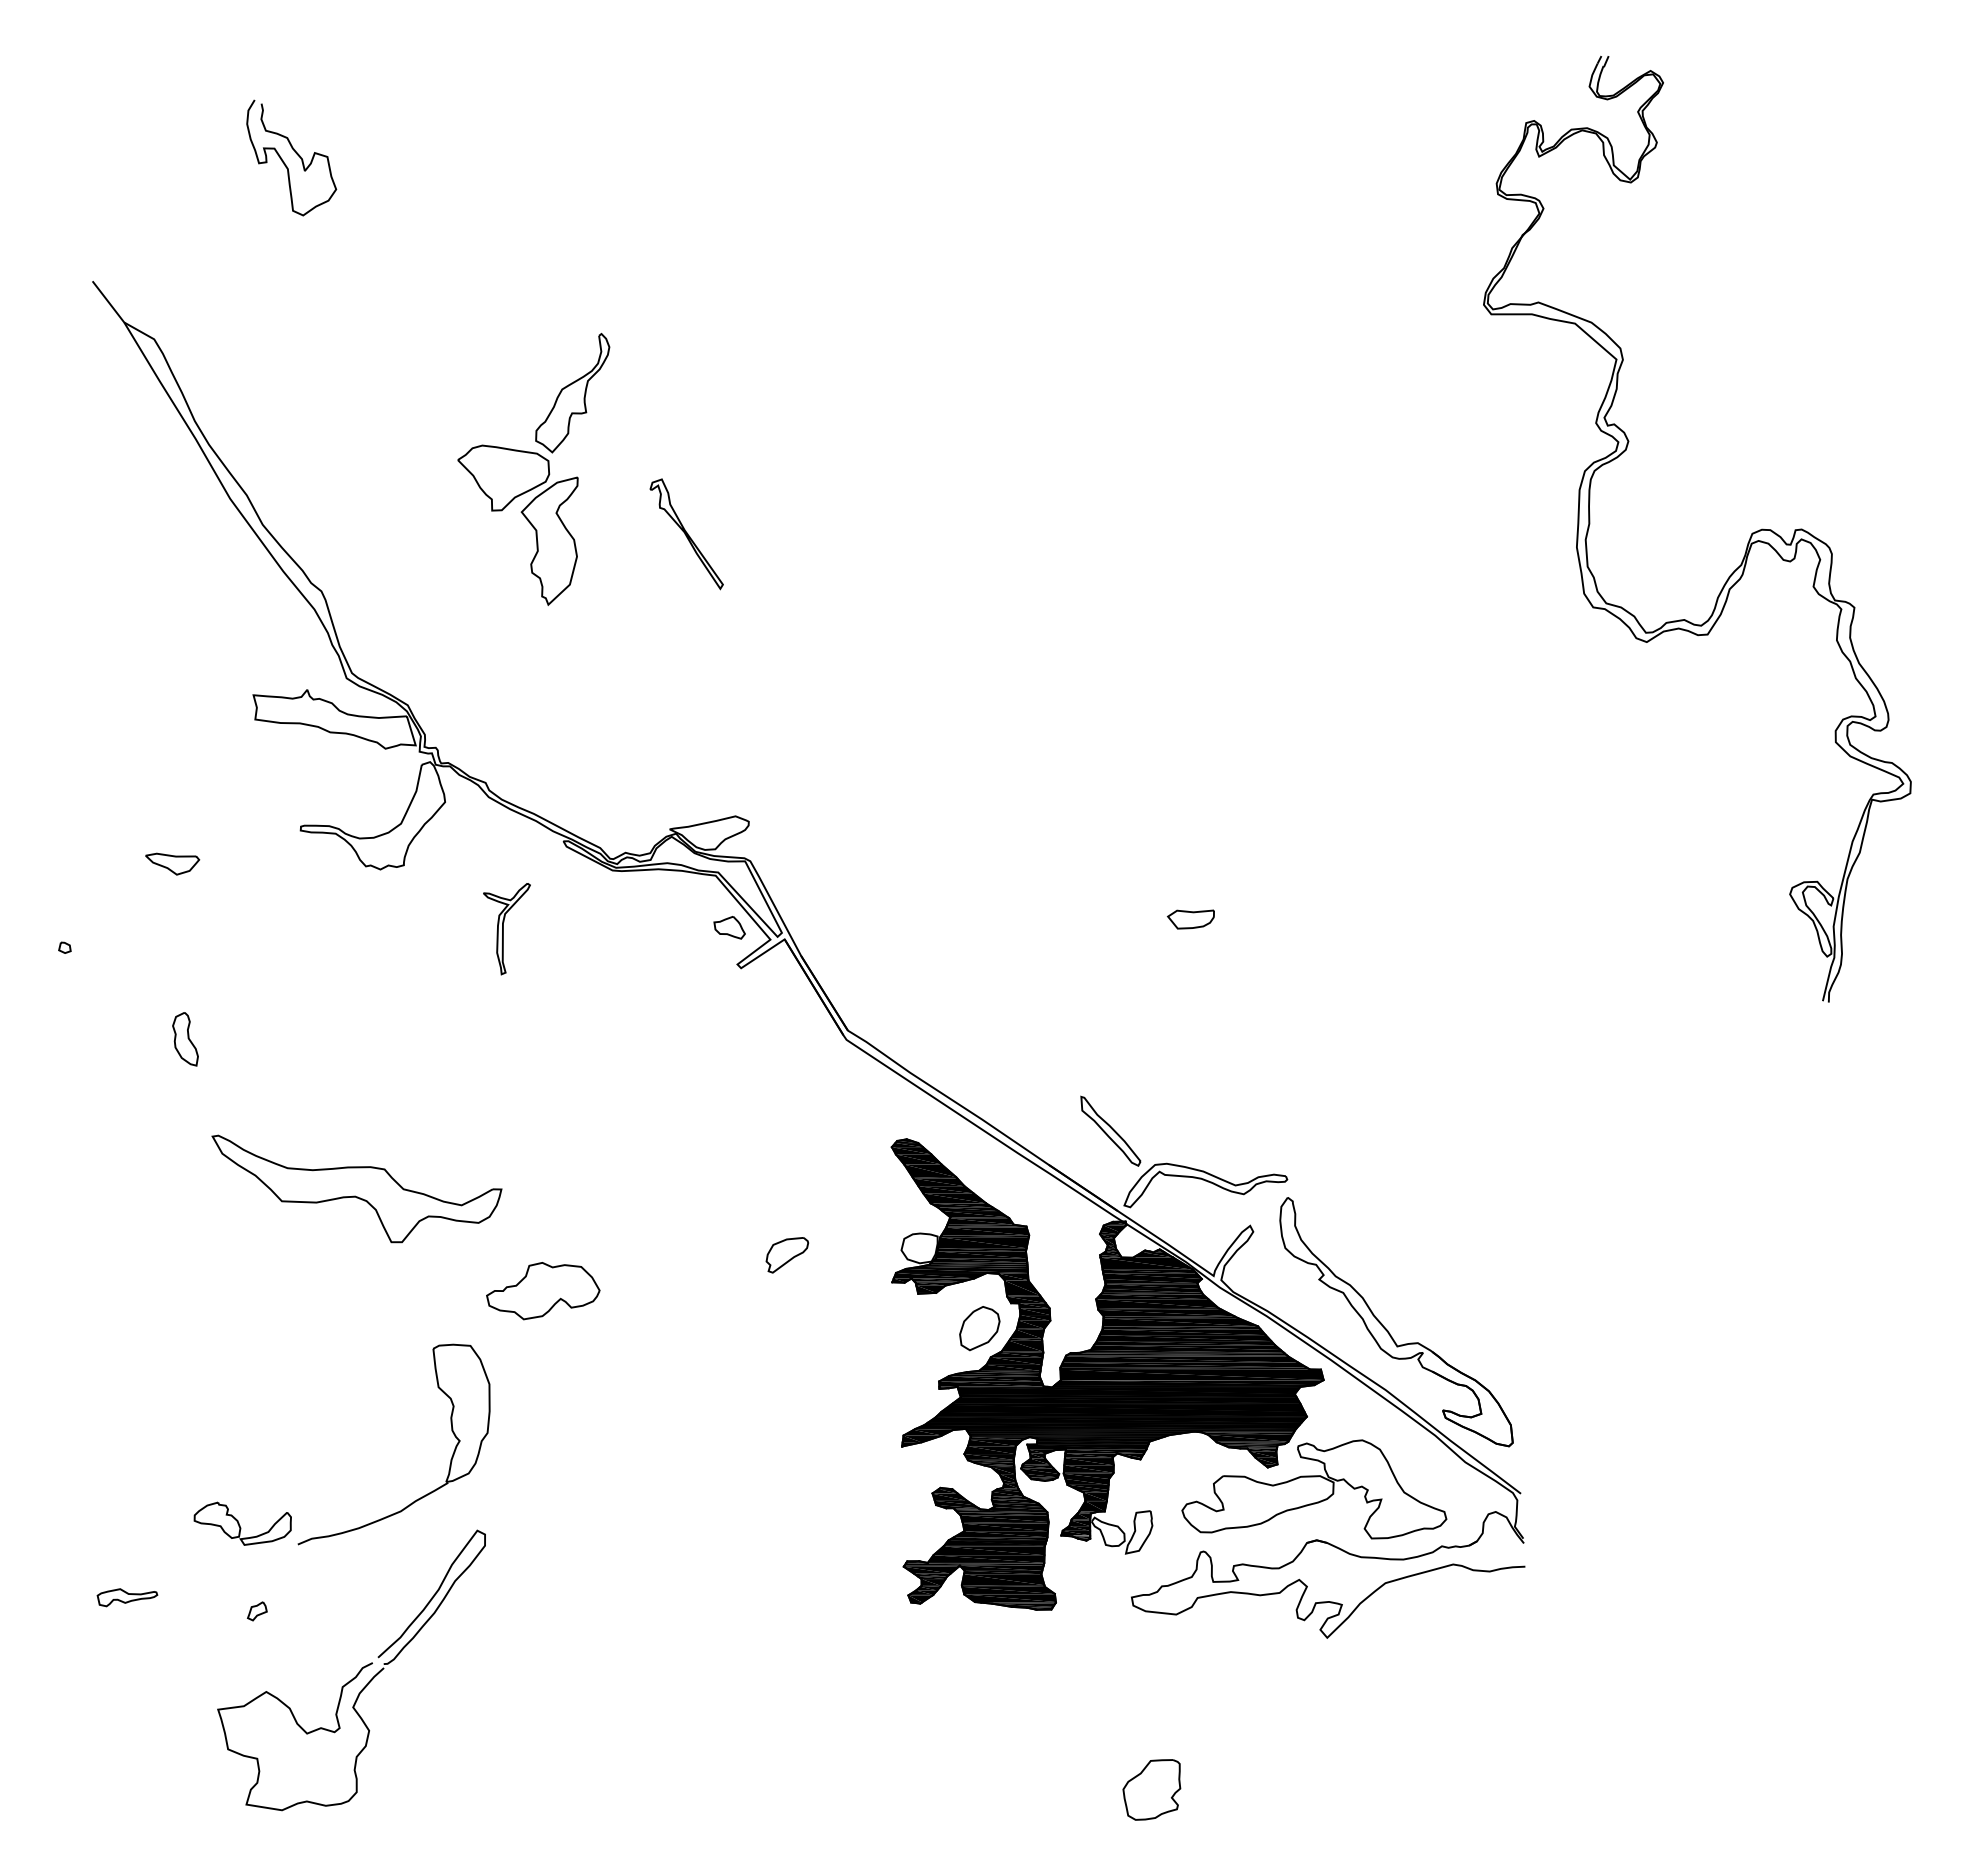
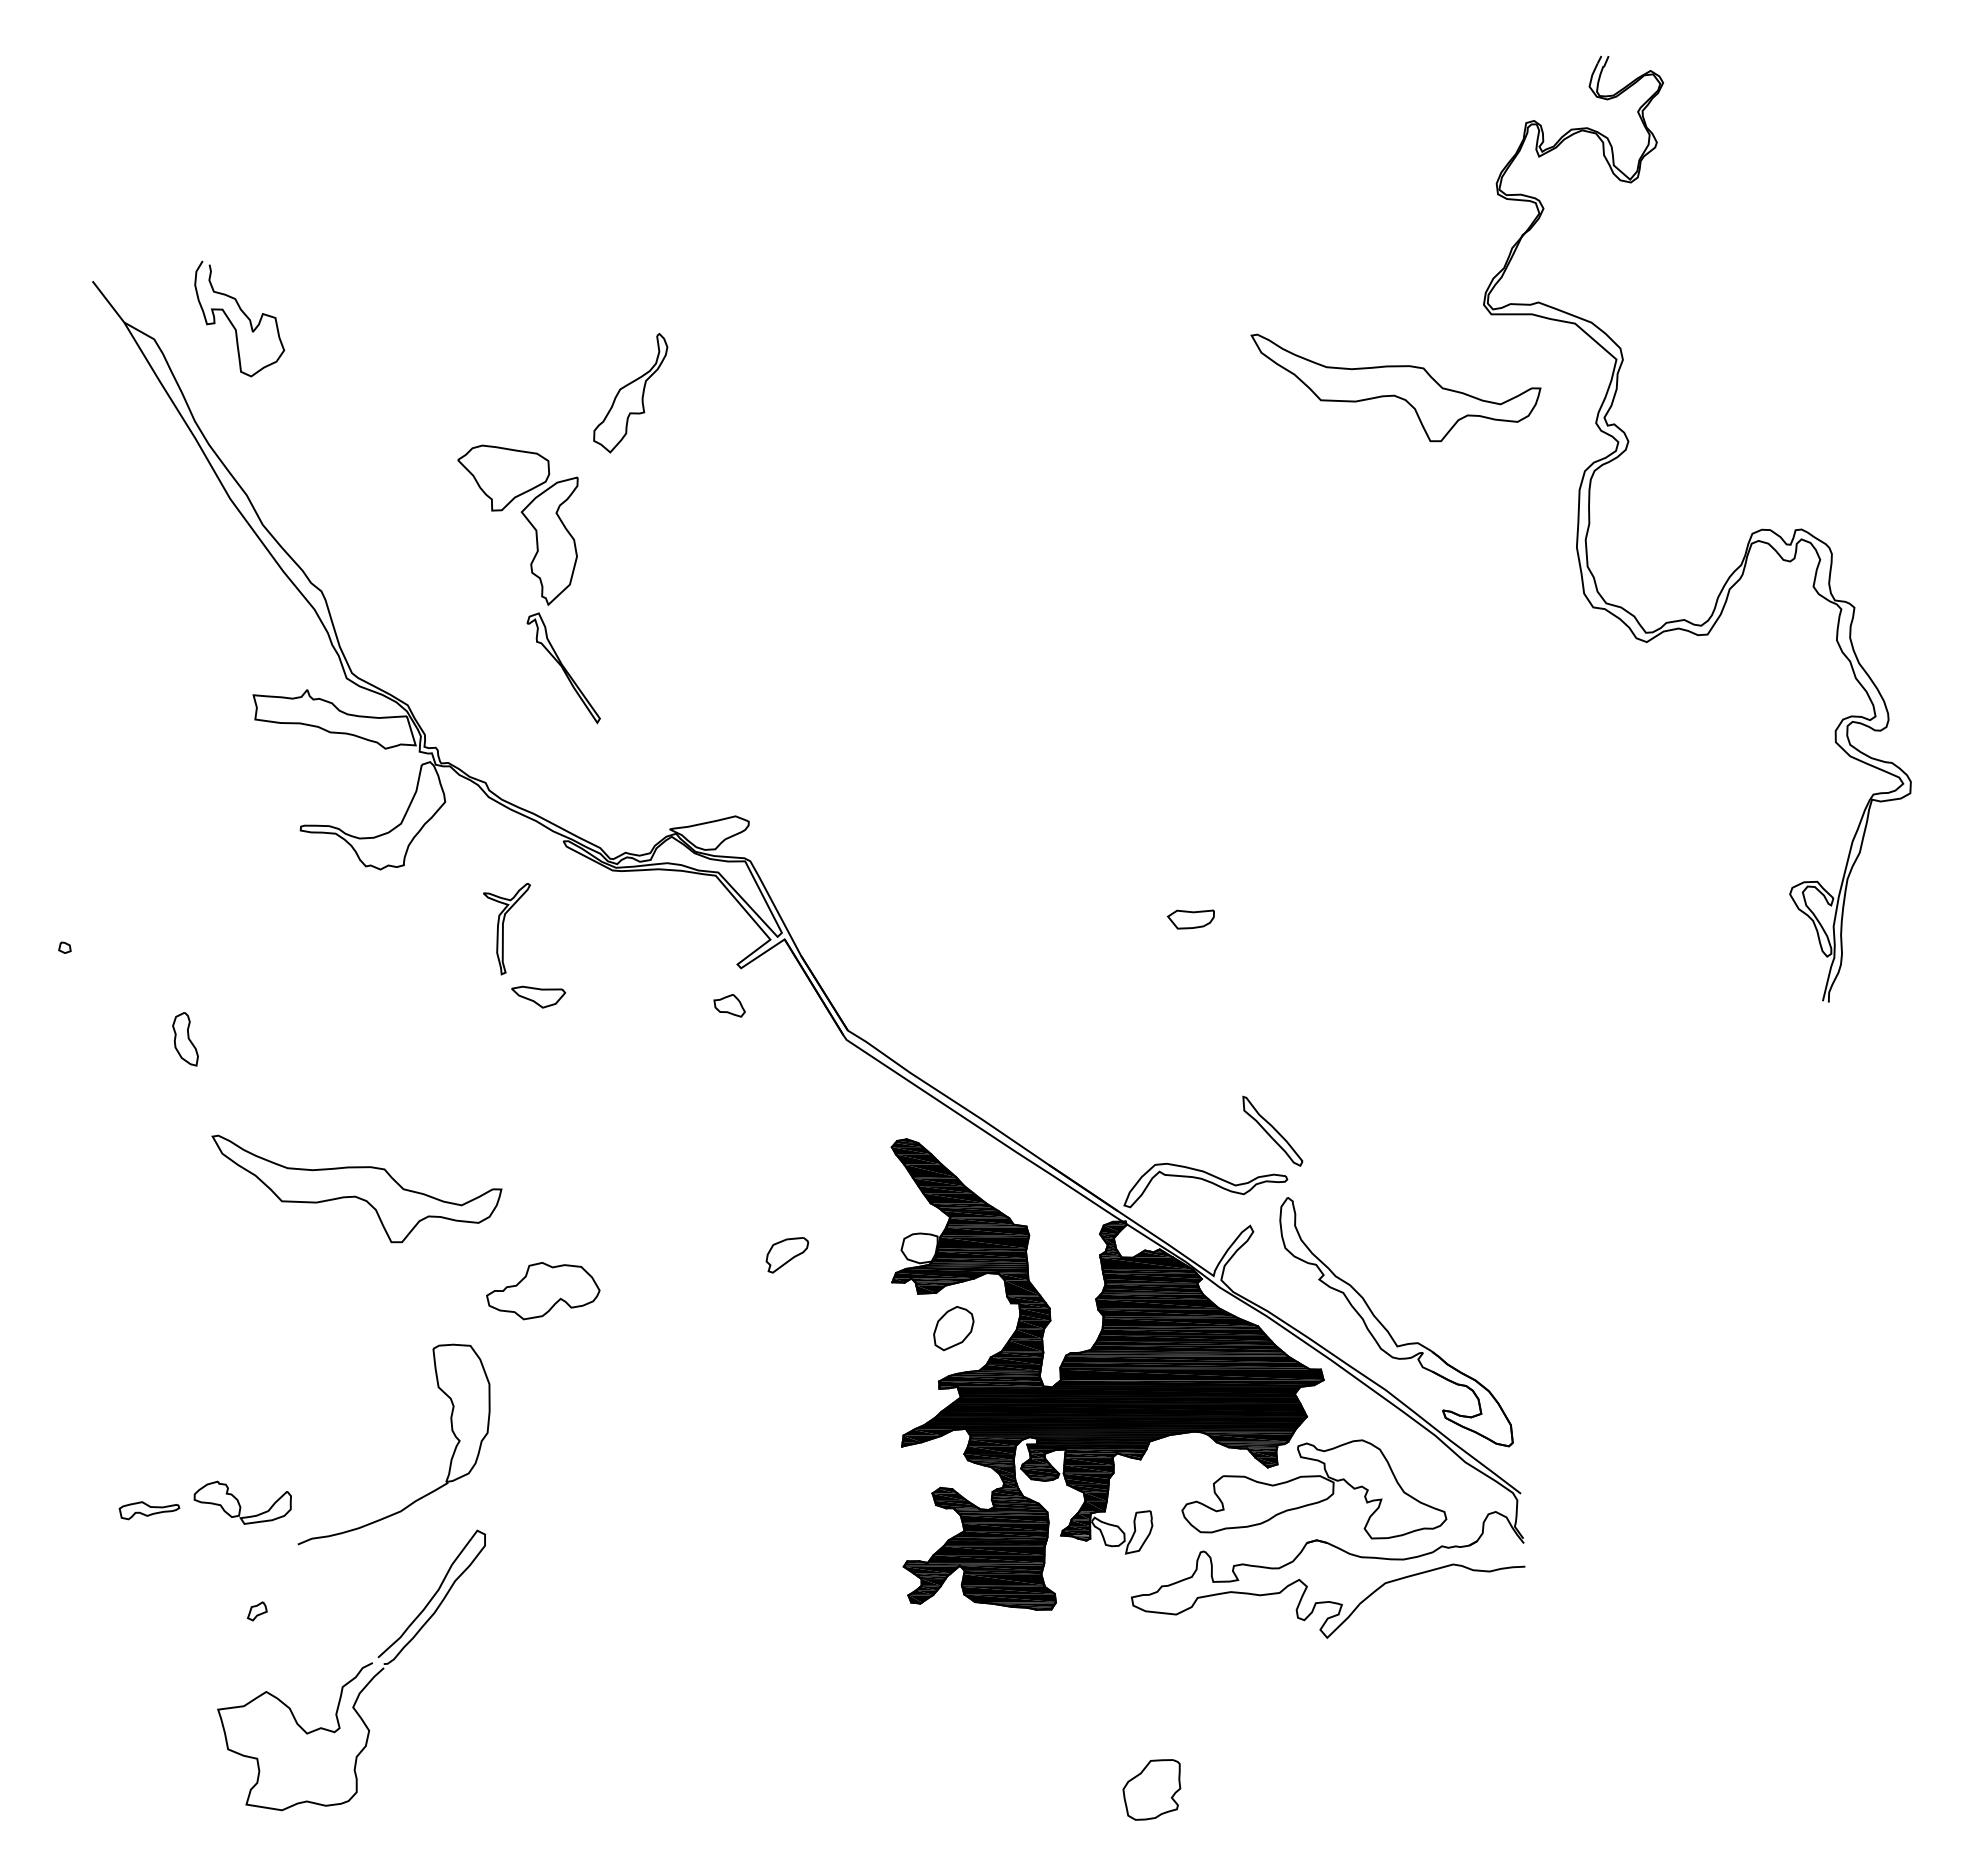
curve at (295, 153) position: (295, 153) -> (243, 314)
part at (1395, 387): none -> present
part at (572, 393) position: (572, 393) -> (630, 393)
part at (686, 534) position: (686, 534) -> (563, 668)
part at (172, 863) position: (172, 863) -> (538, 996)
part at (729, 927) position: (729, 927) -> (729, 1005)
part at (1110, 1130) position: (1110, 1130) -> (1272, 1130)
part at (979, 1328) position: (979, 1328) -> (953, 1328)
part at (242, 1523) position: (242, 1523) -> (242, 1502)
part at (127, 1597) position: (127, 1597) -> (149, 1510)
